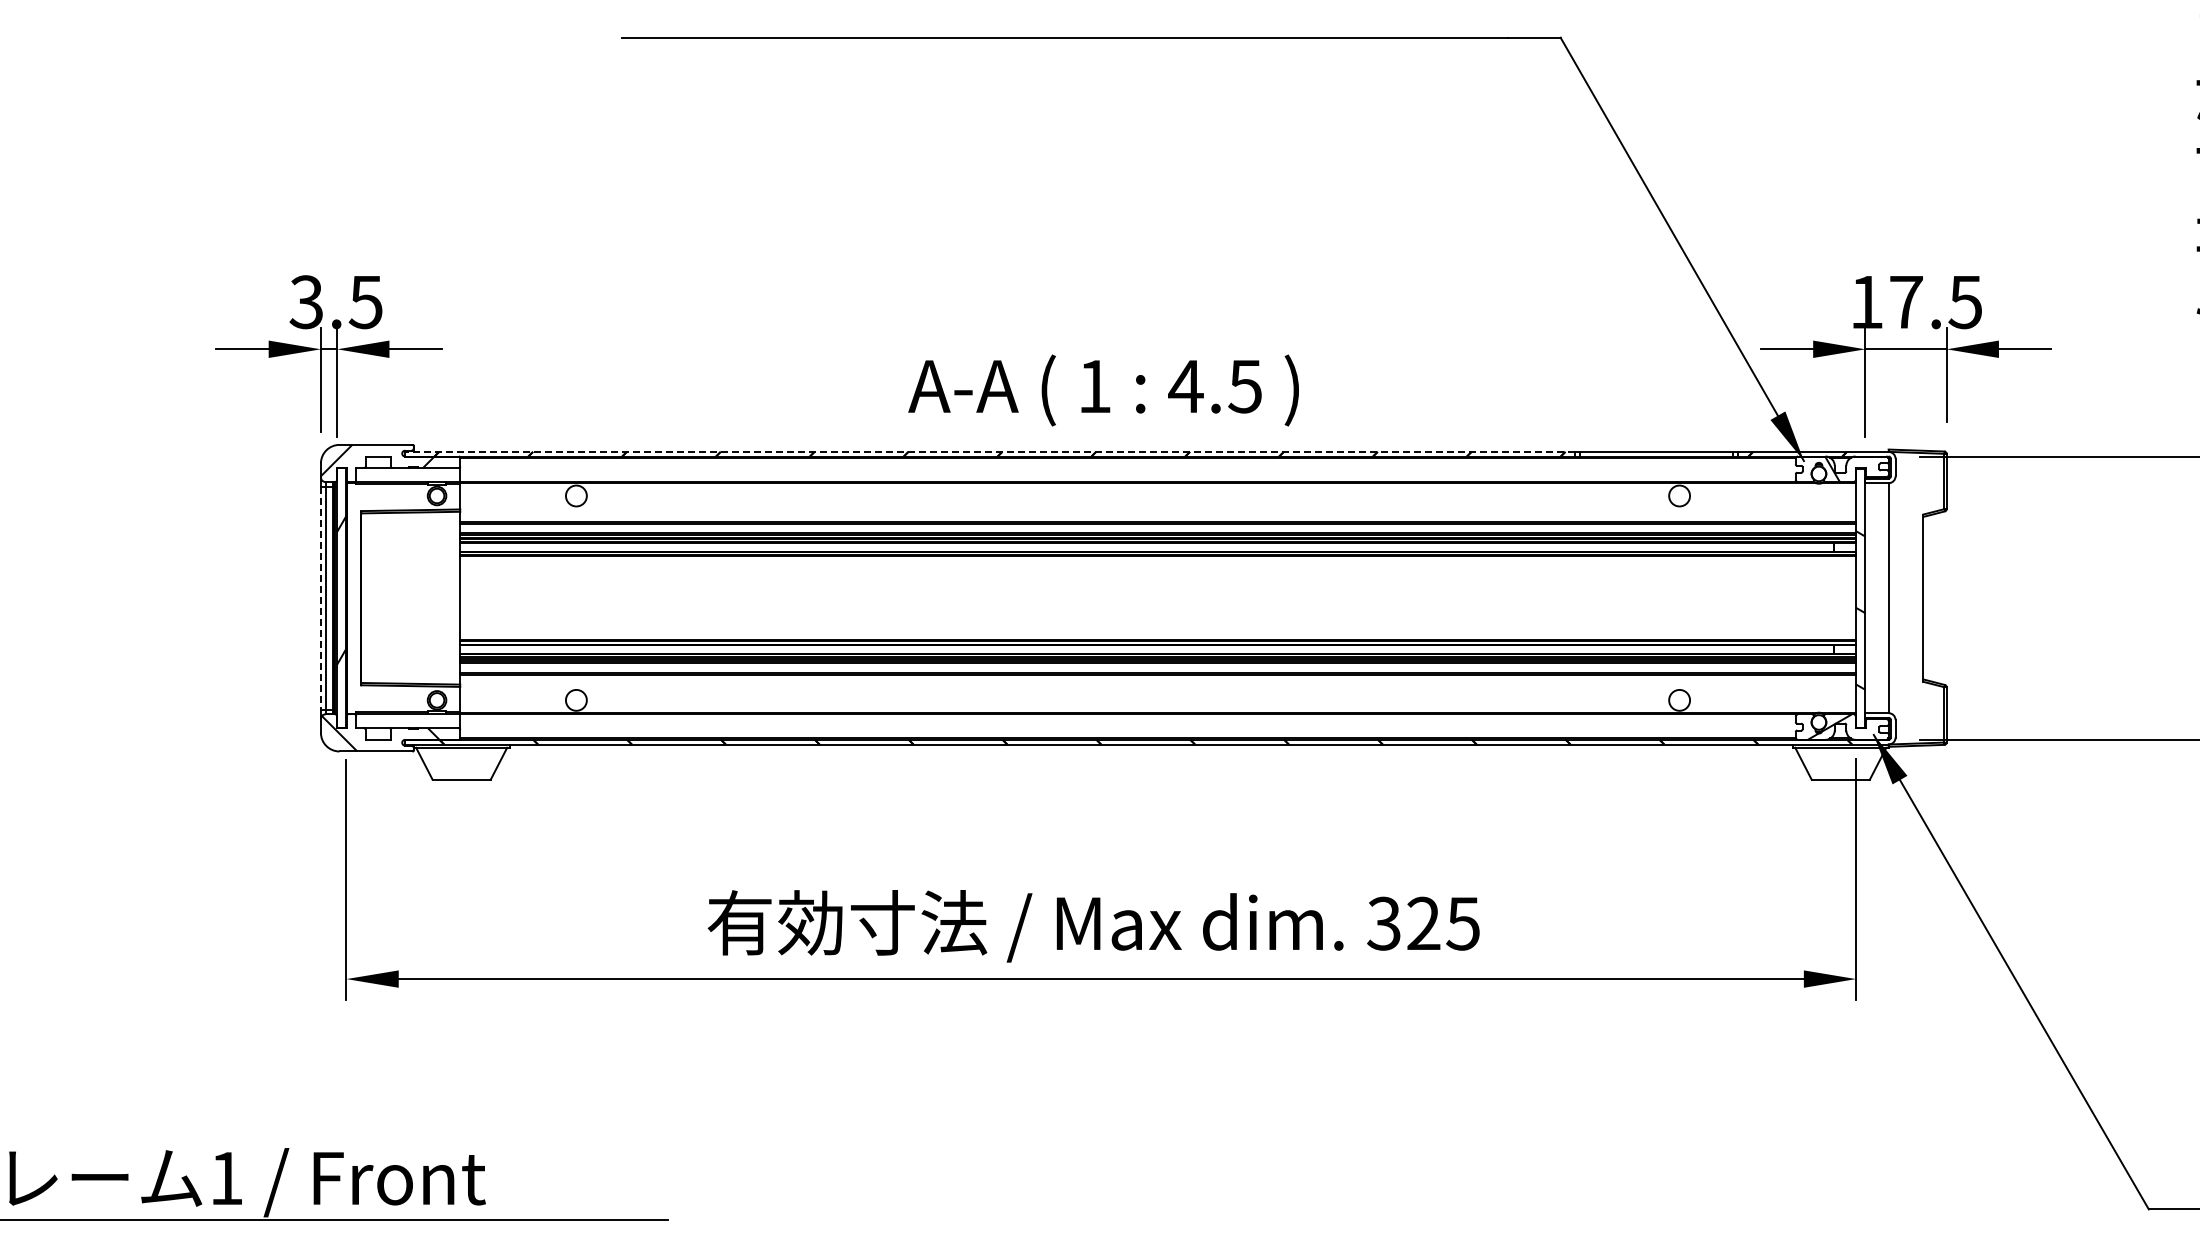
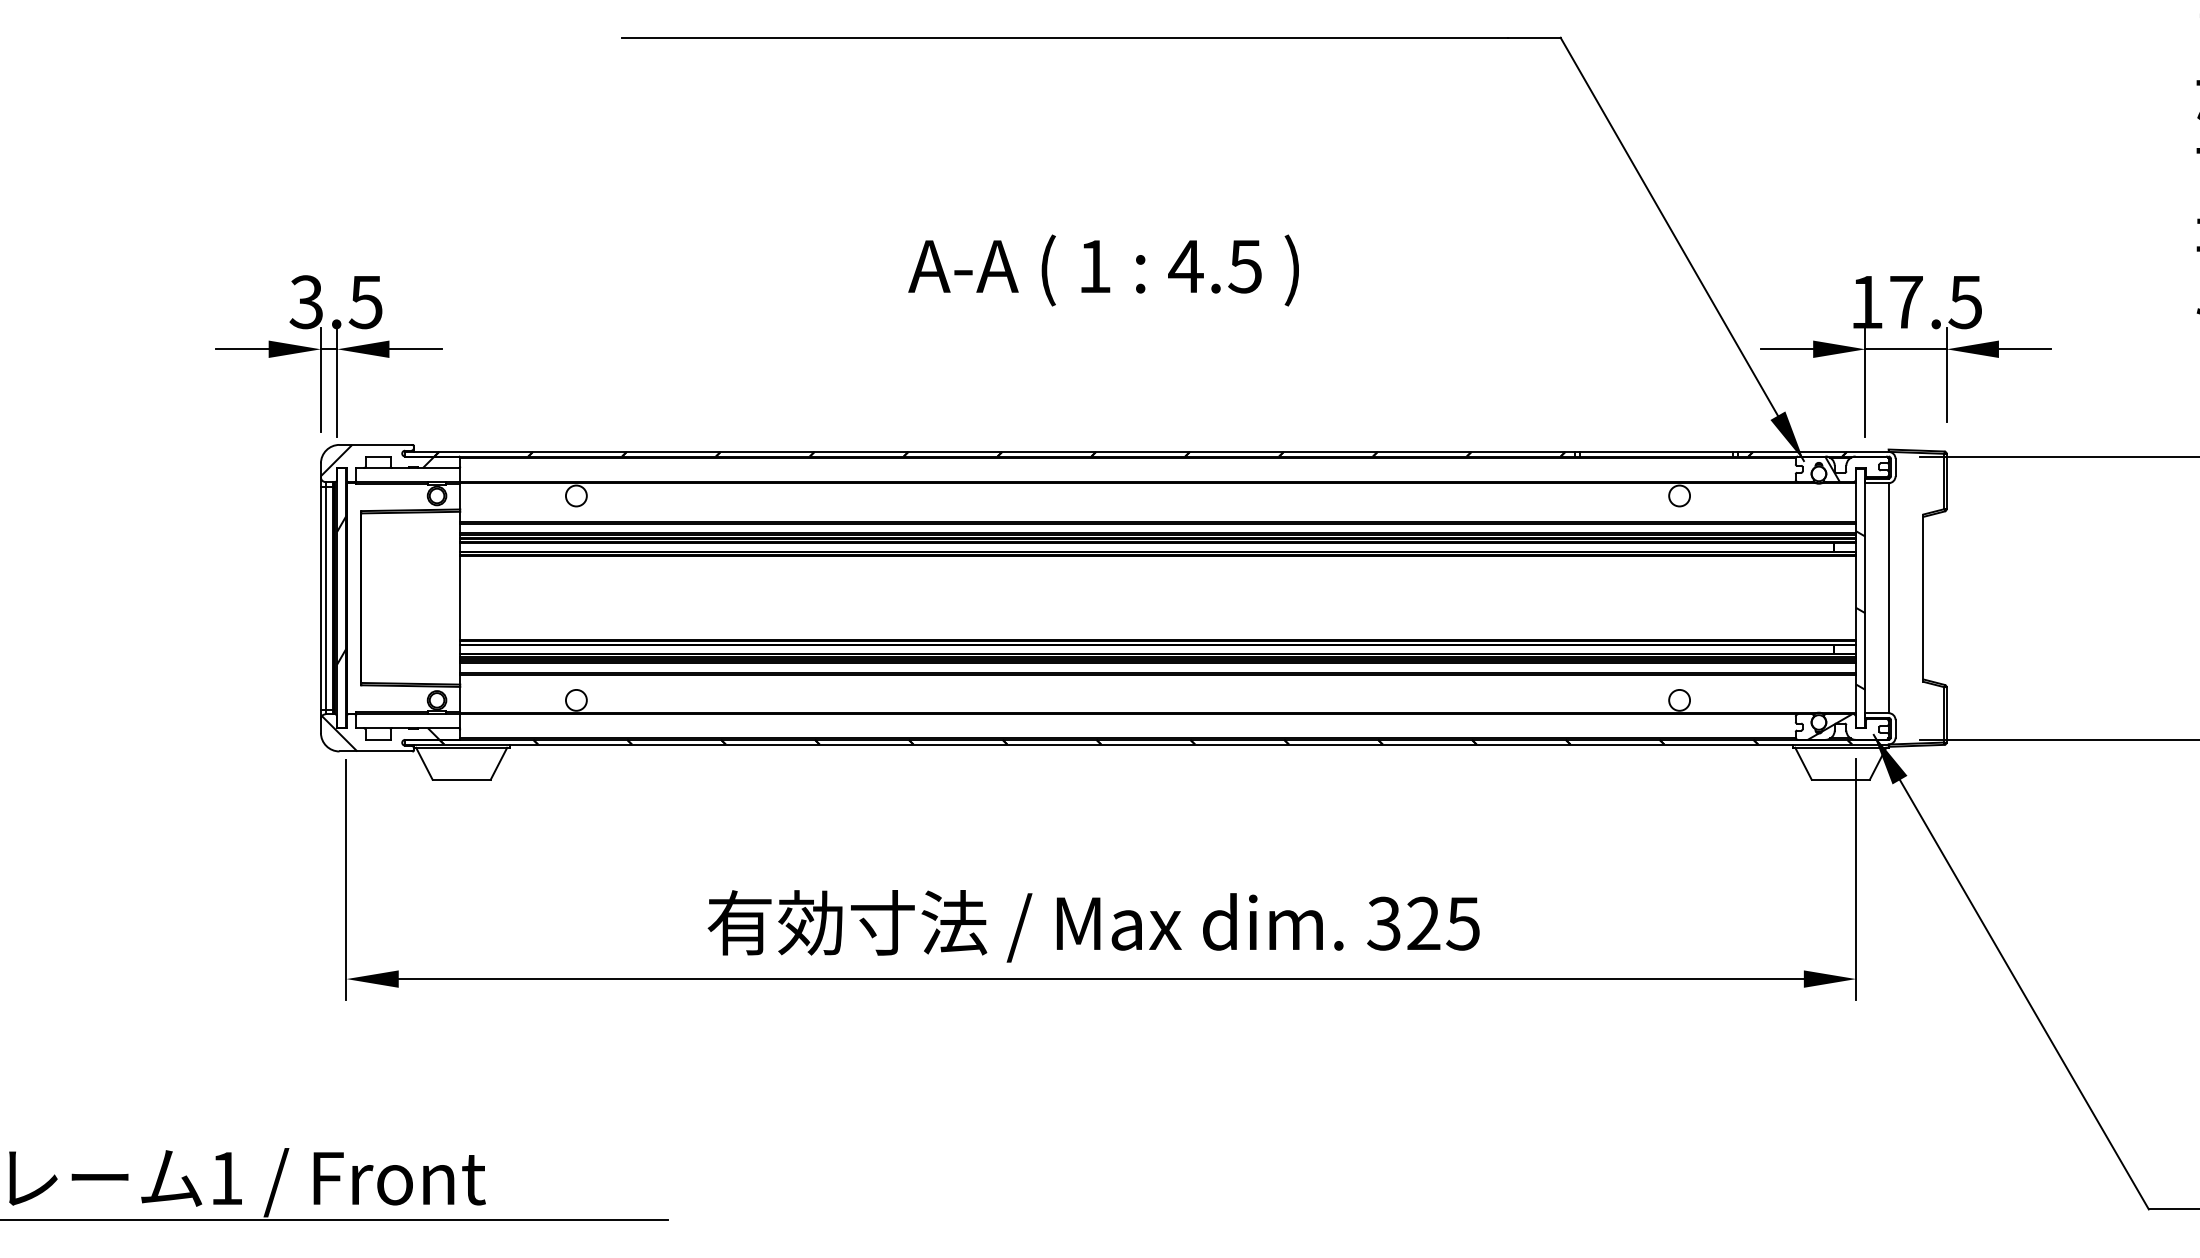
text at (1103, 390) position: (1103, 390) -> (1103, 270)
line at (989, 451): dashed -> solid
line at (320, 598): dashed -> solid
